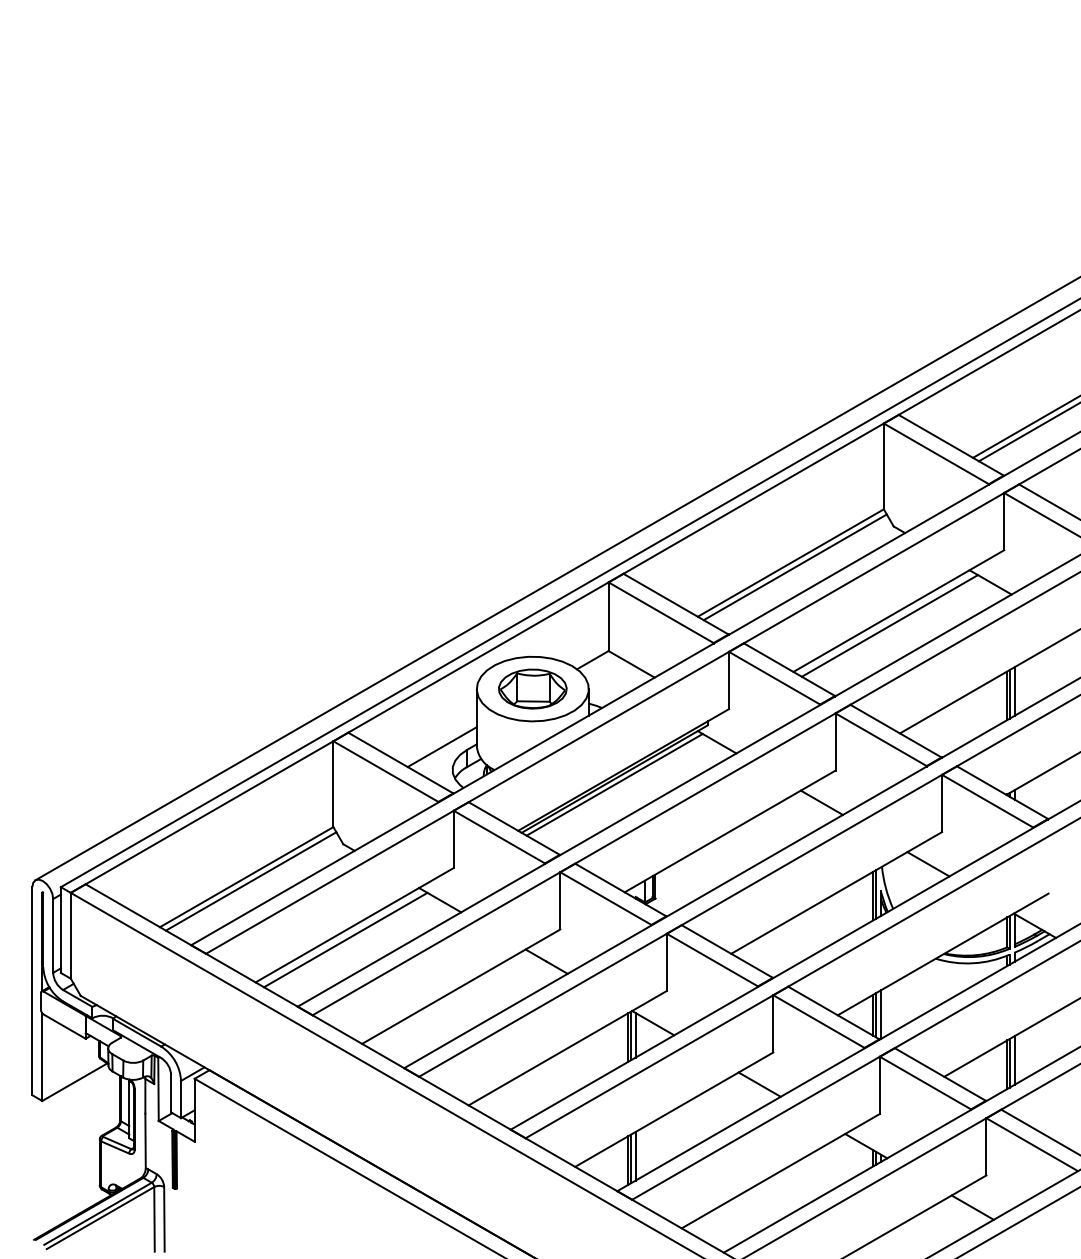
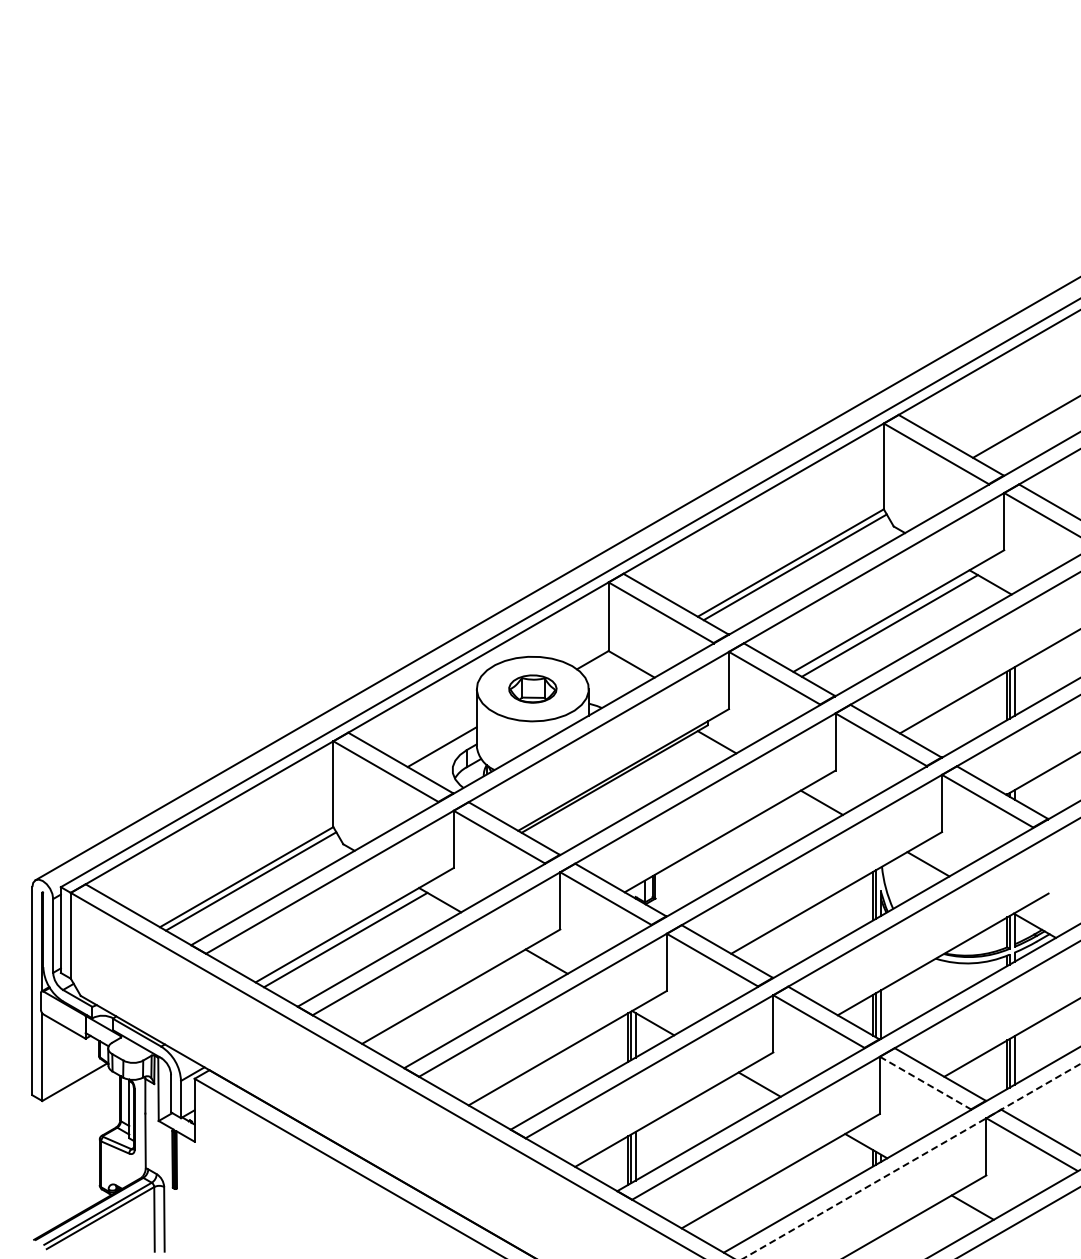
line at (1027, 432): present -> none
part at (532, 688) size: 70x42 px -> 50x30 px
line at (614, 784): present -> none
line at (925, 1083): solid -> dashed
line at (911, 1161): solid -> dashed
